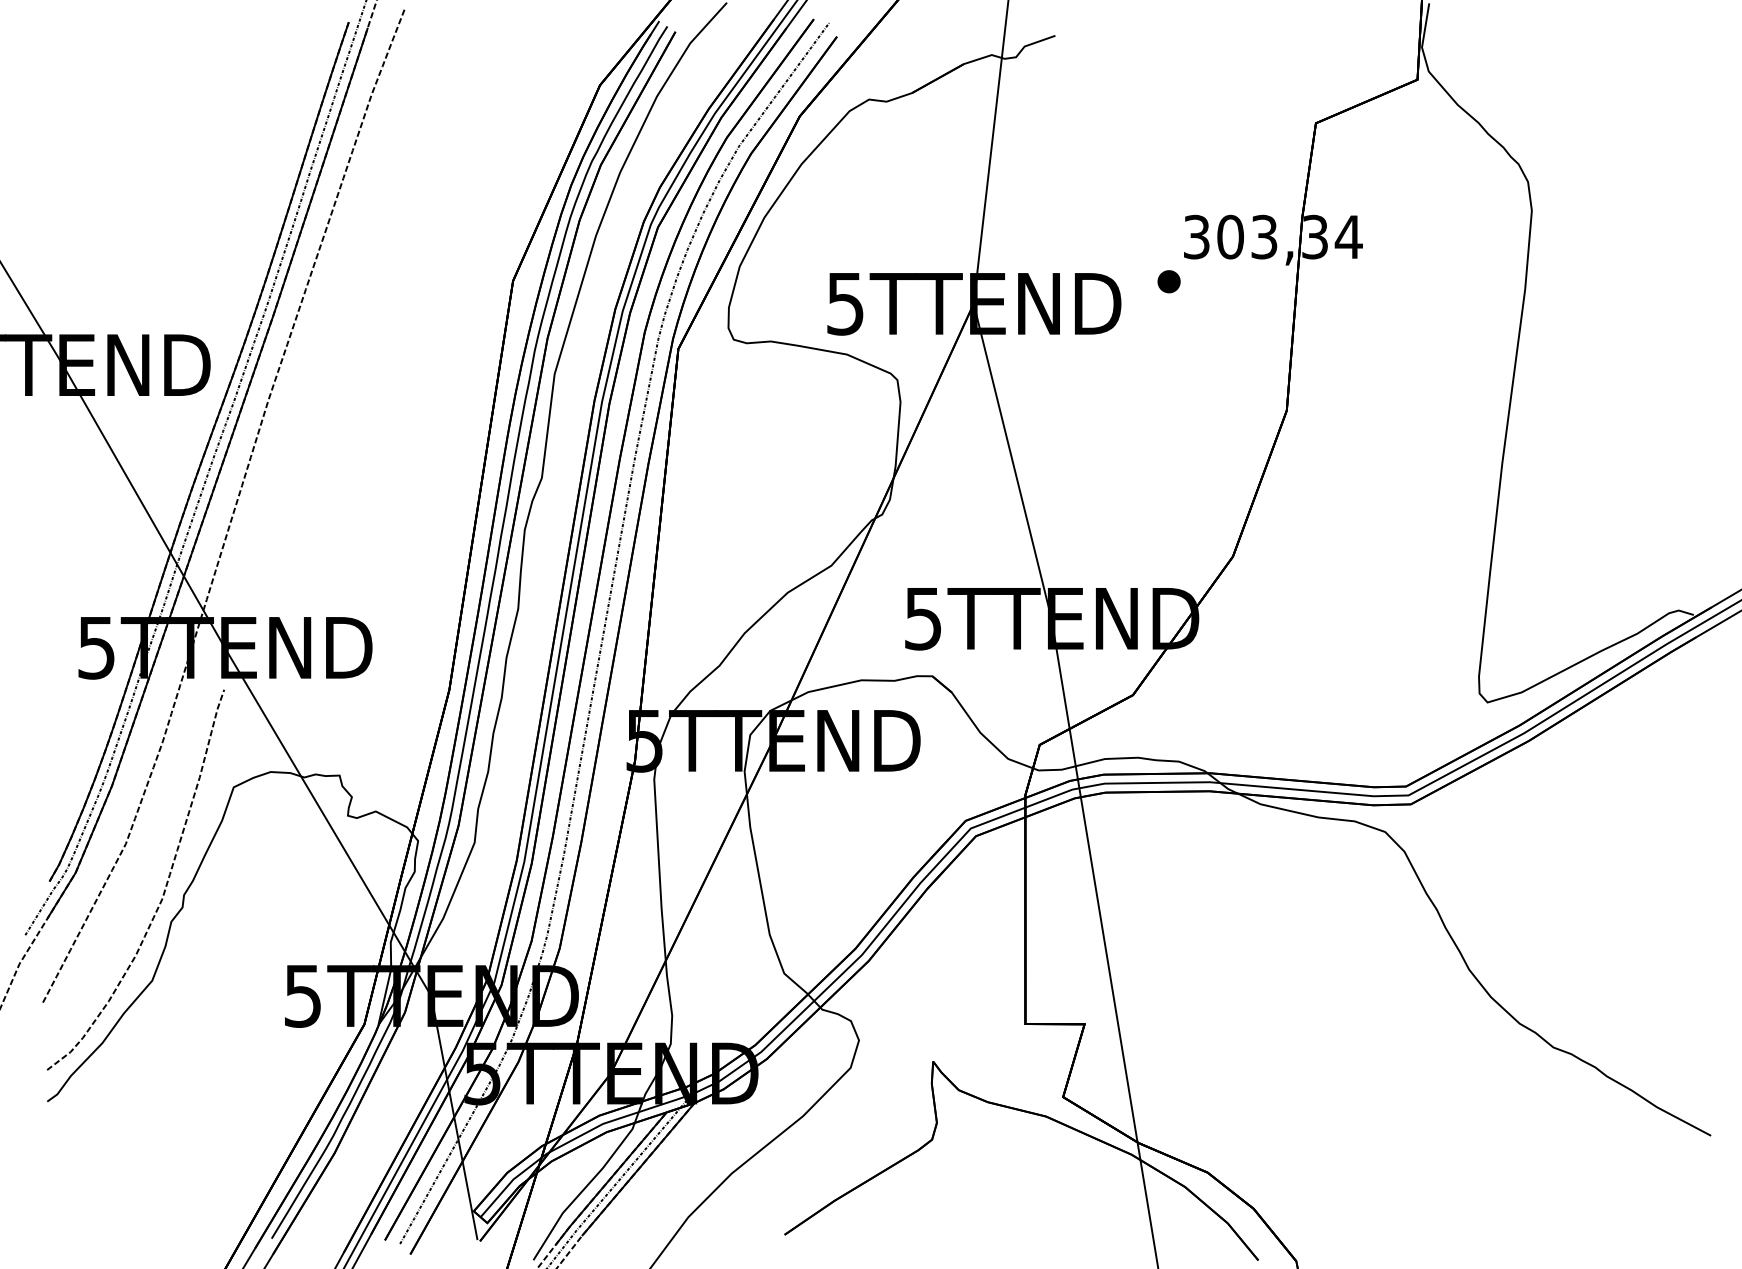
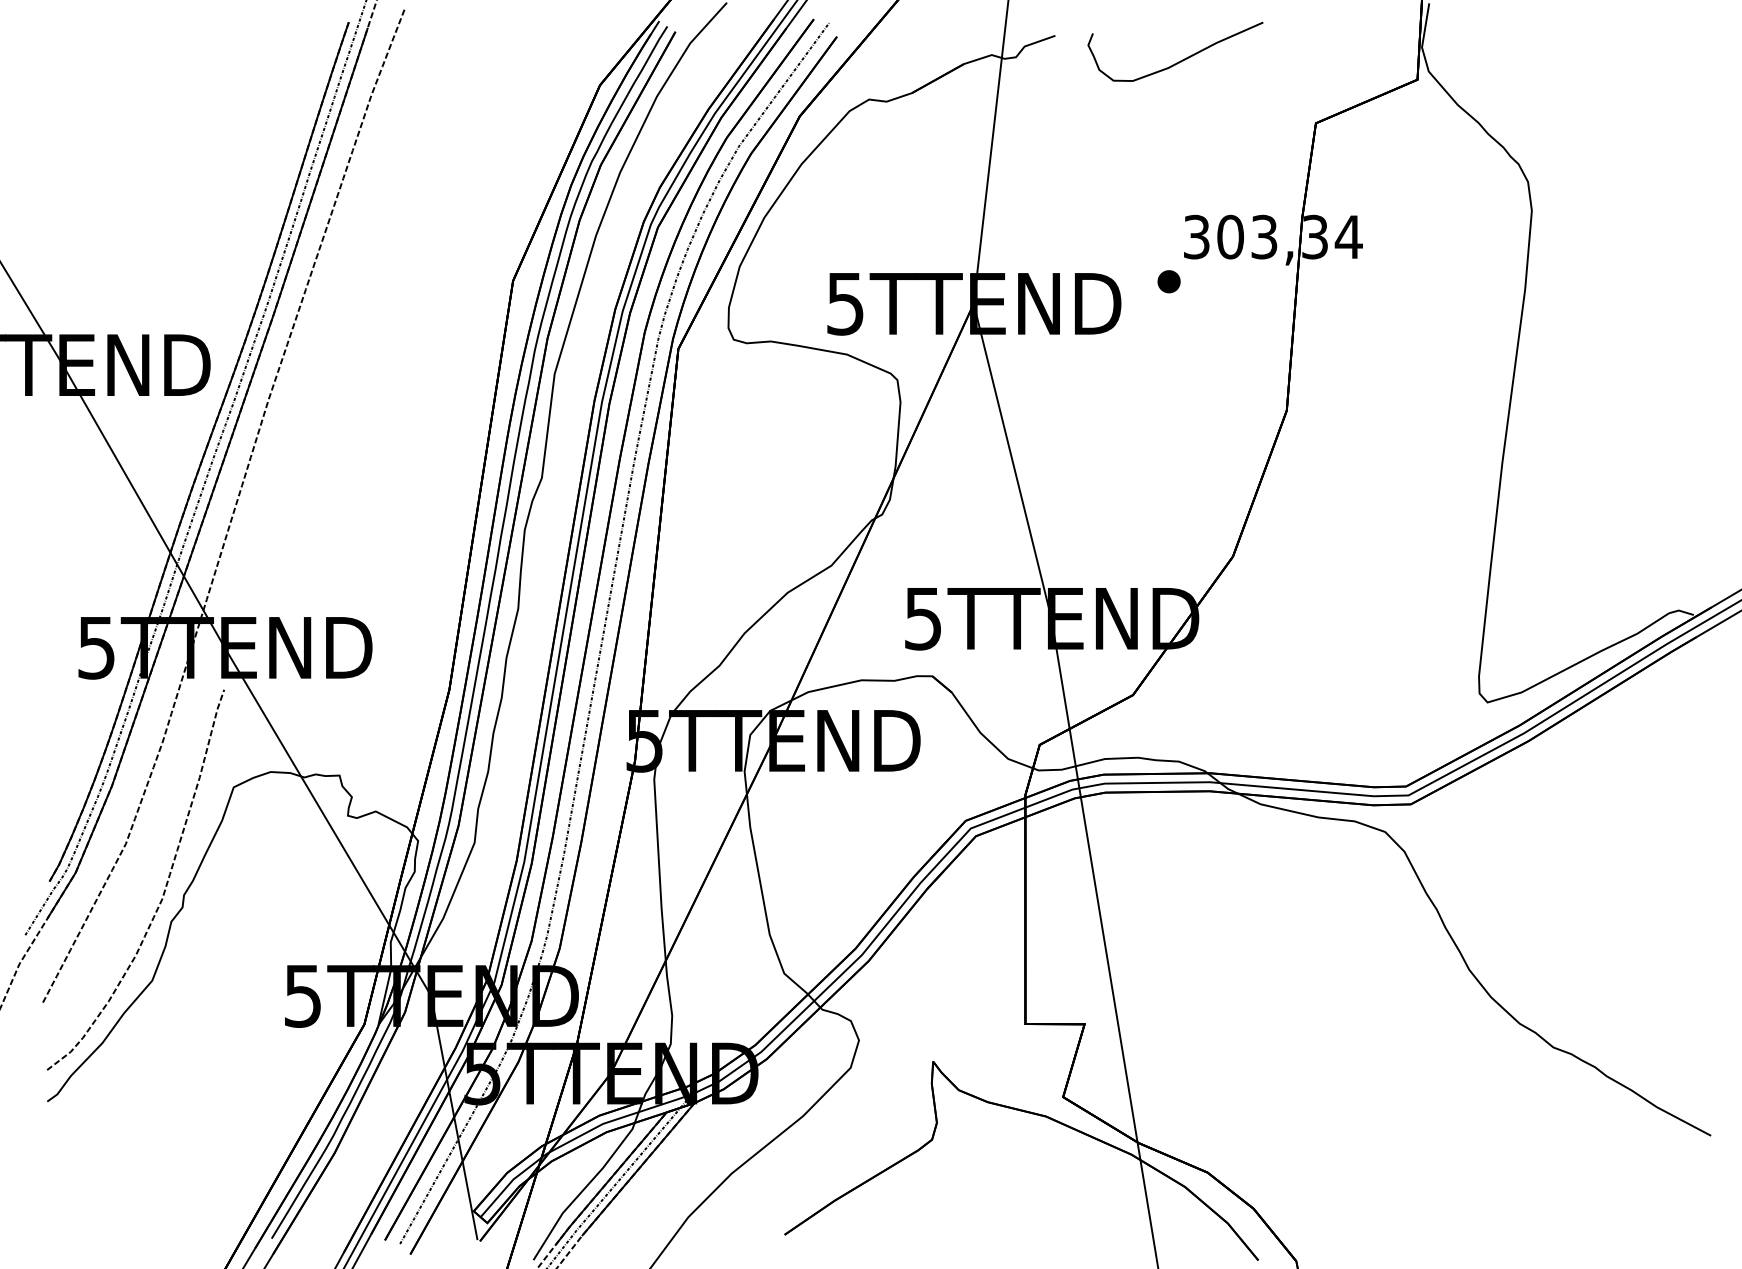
curve at (1180, 60): none -> present
